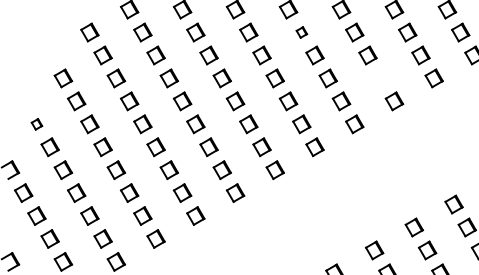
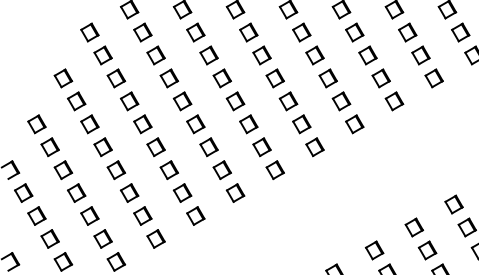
part at (301, 32) size: 14x13 px -> 20x21 px
part at (380, 78): none -> present
part at (36, 124) size: 14x13 px -> 20x21 px
